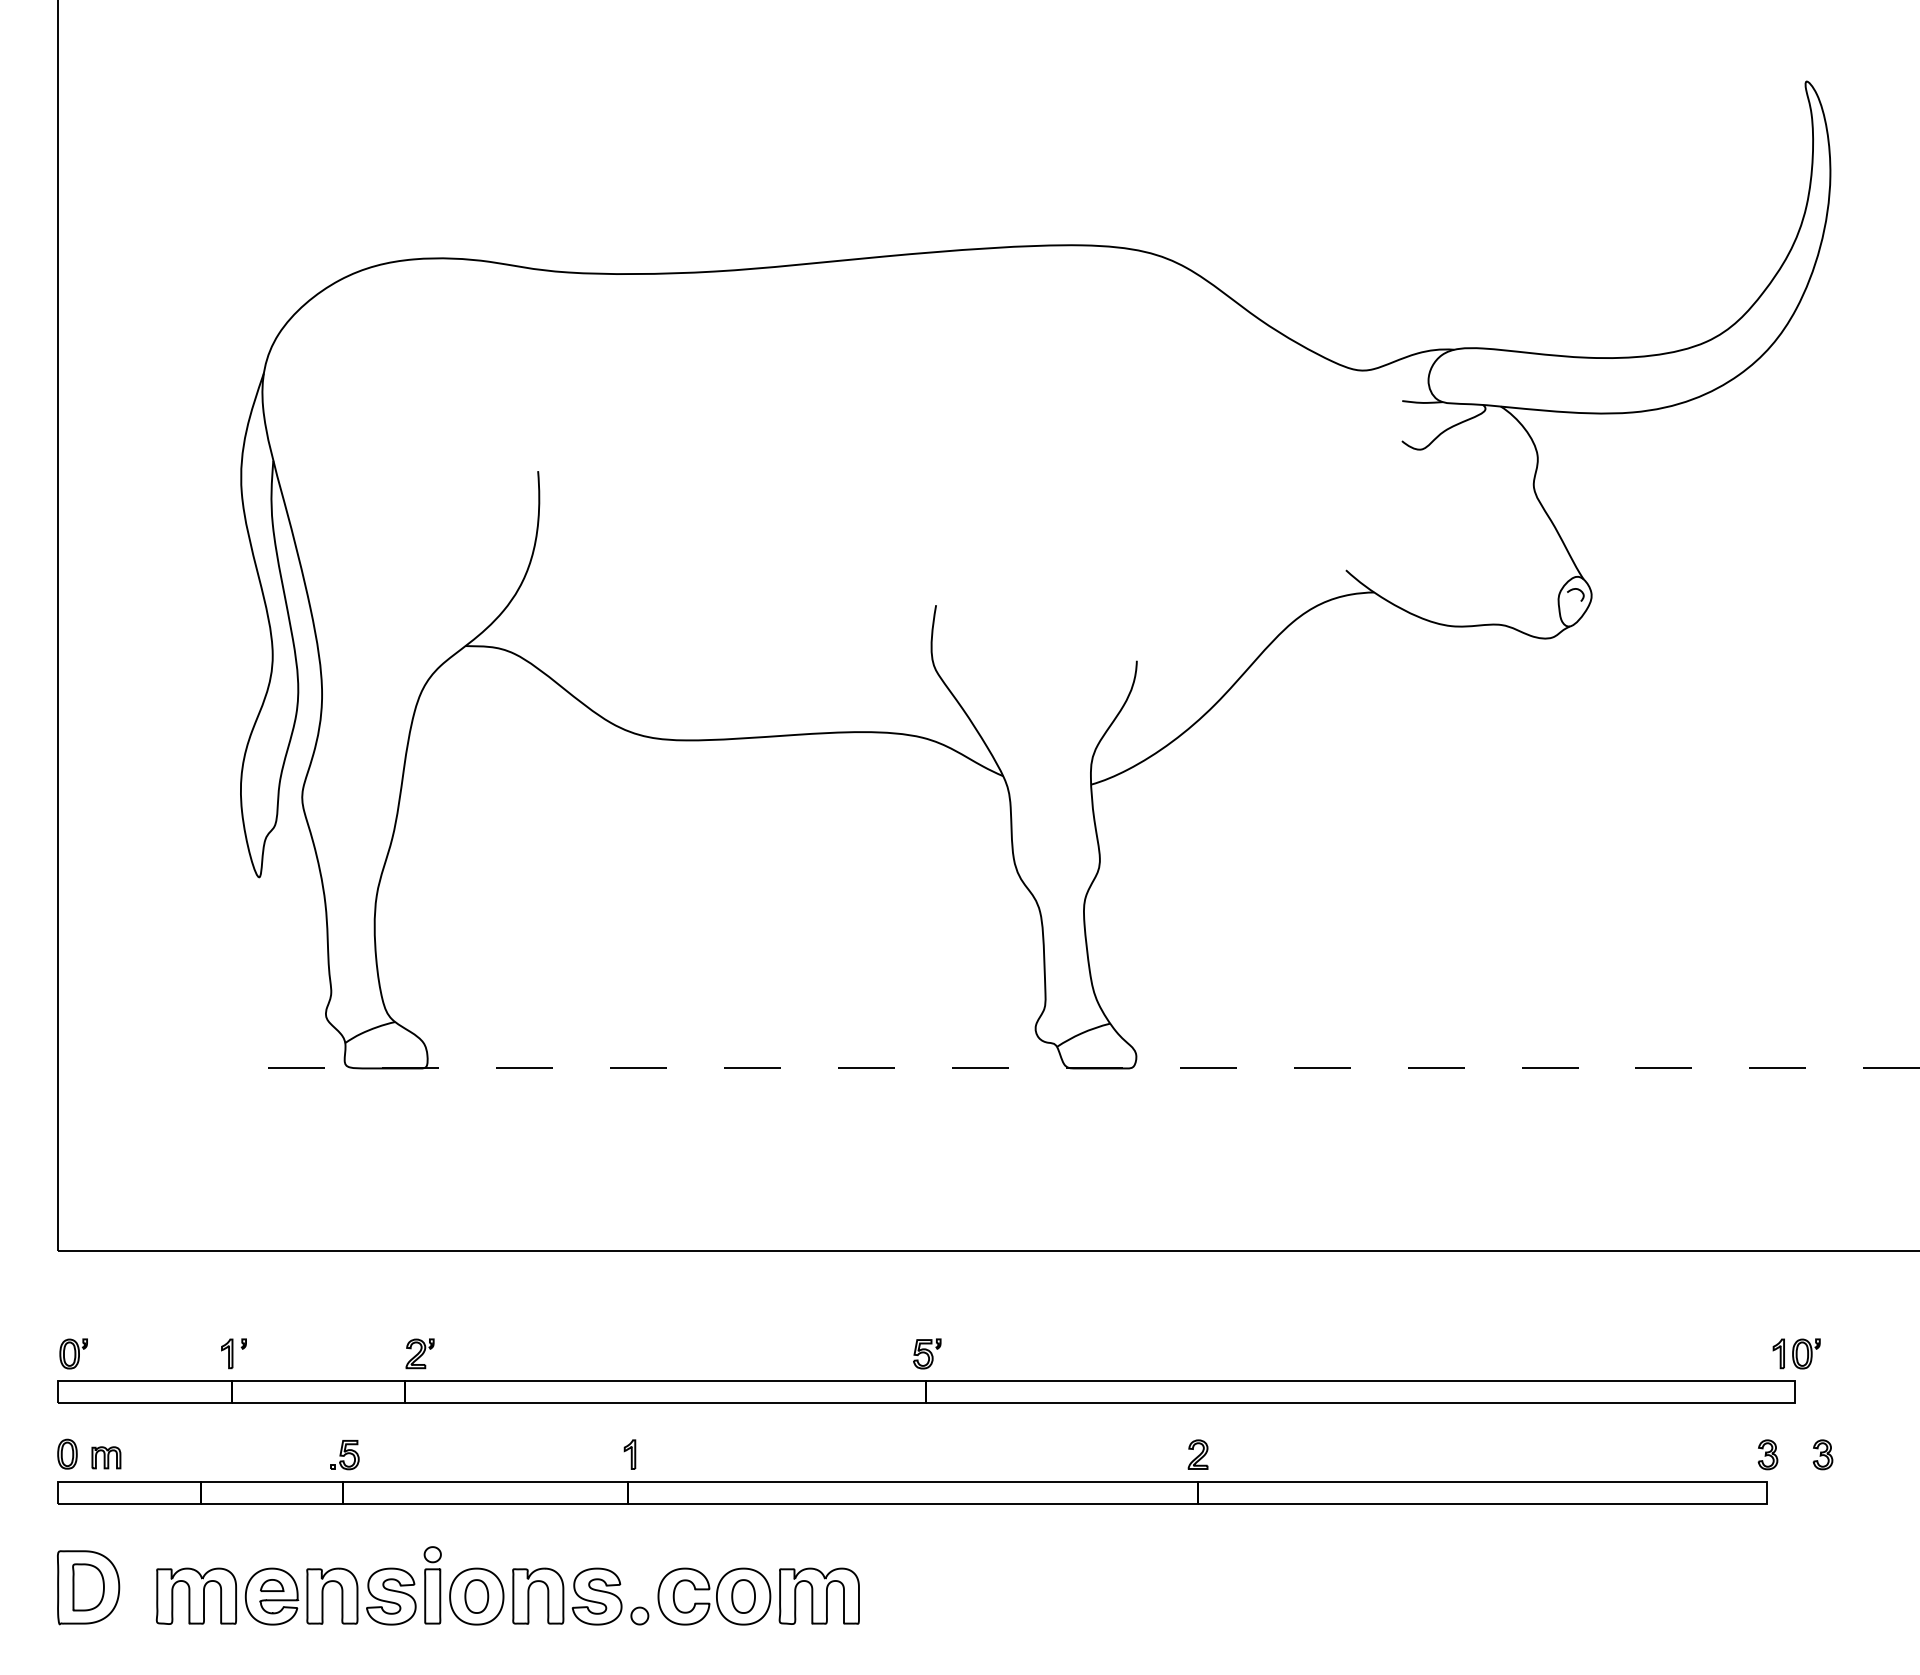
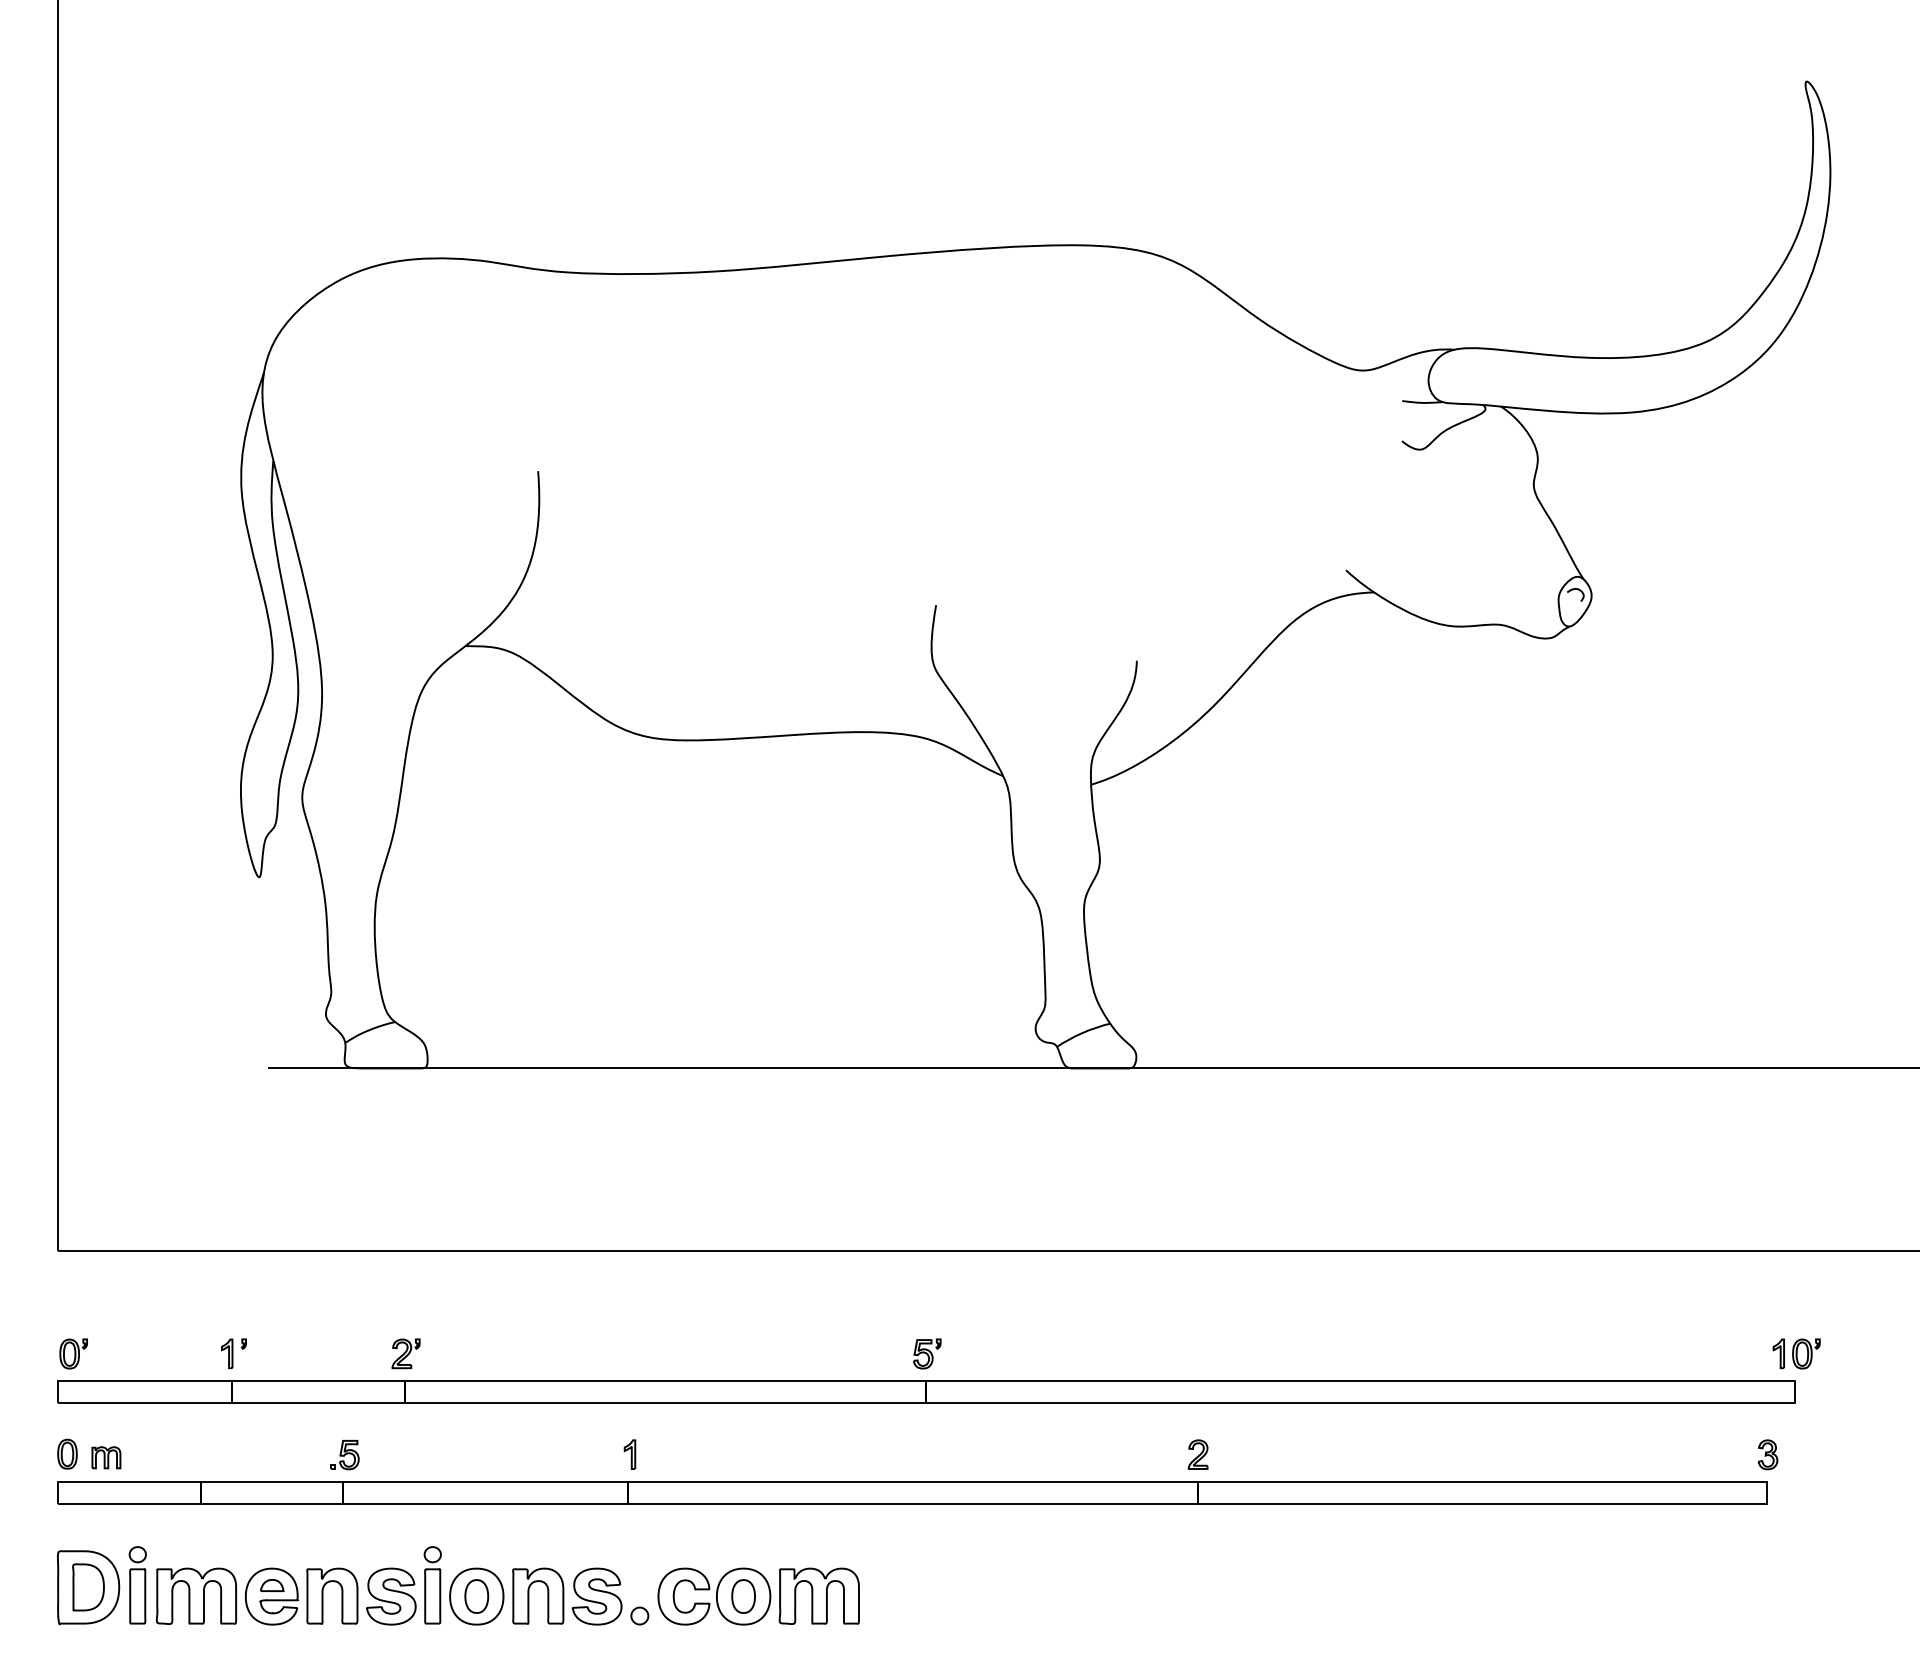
line at (1094, 1068): dashed -> solid
part at (419, 1353) position: (419, 1353) -> (405, 1353)
part at (1822, 1454): present -> none
part at (137, 1585): none -> present
